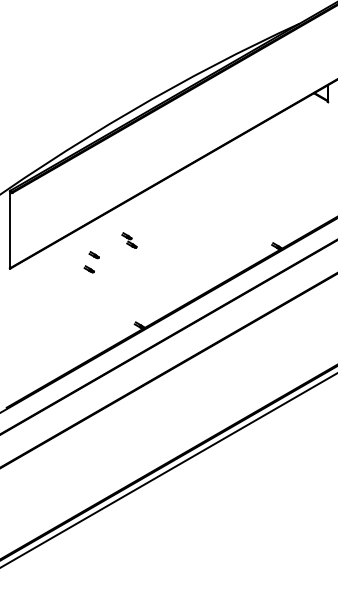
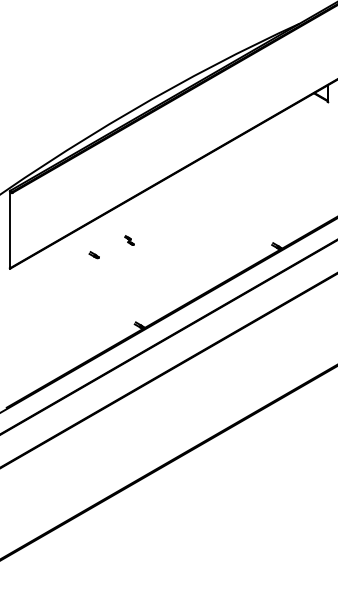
part at (129, 240) size: 17x17 px -> 11x11 px
part at (88, 269): present -> none
line at (168, 470): present -> none
